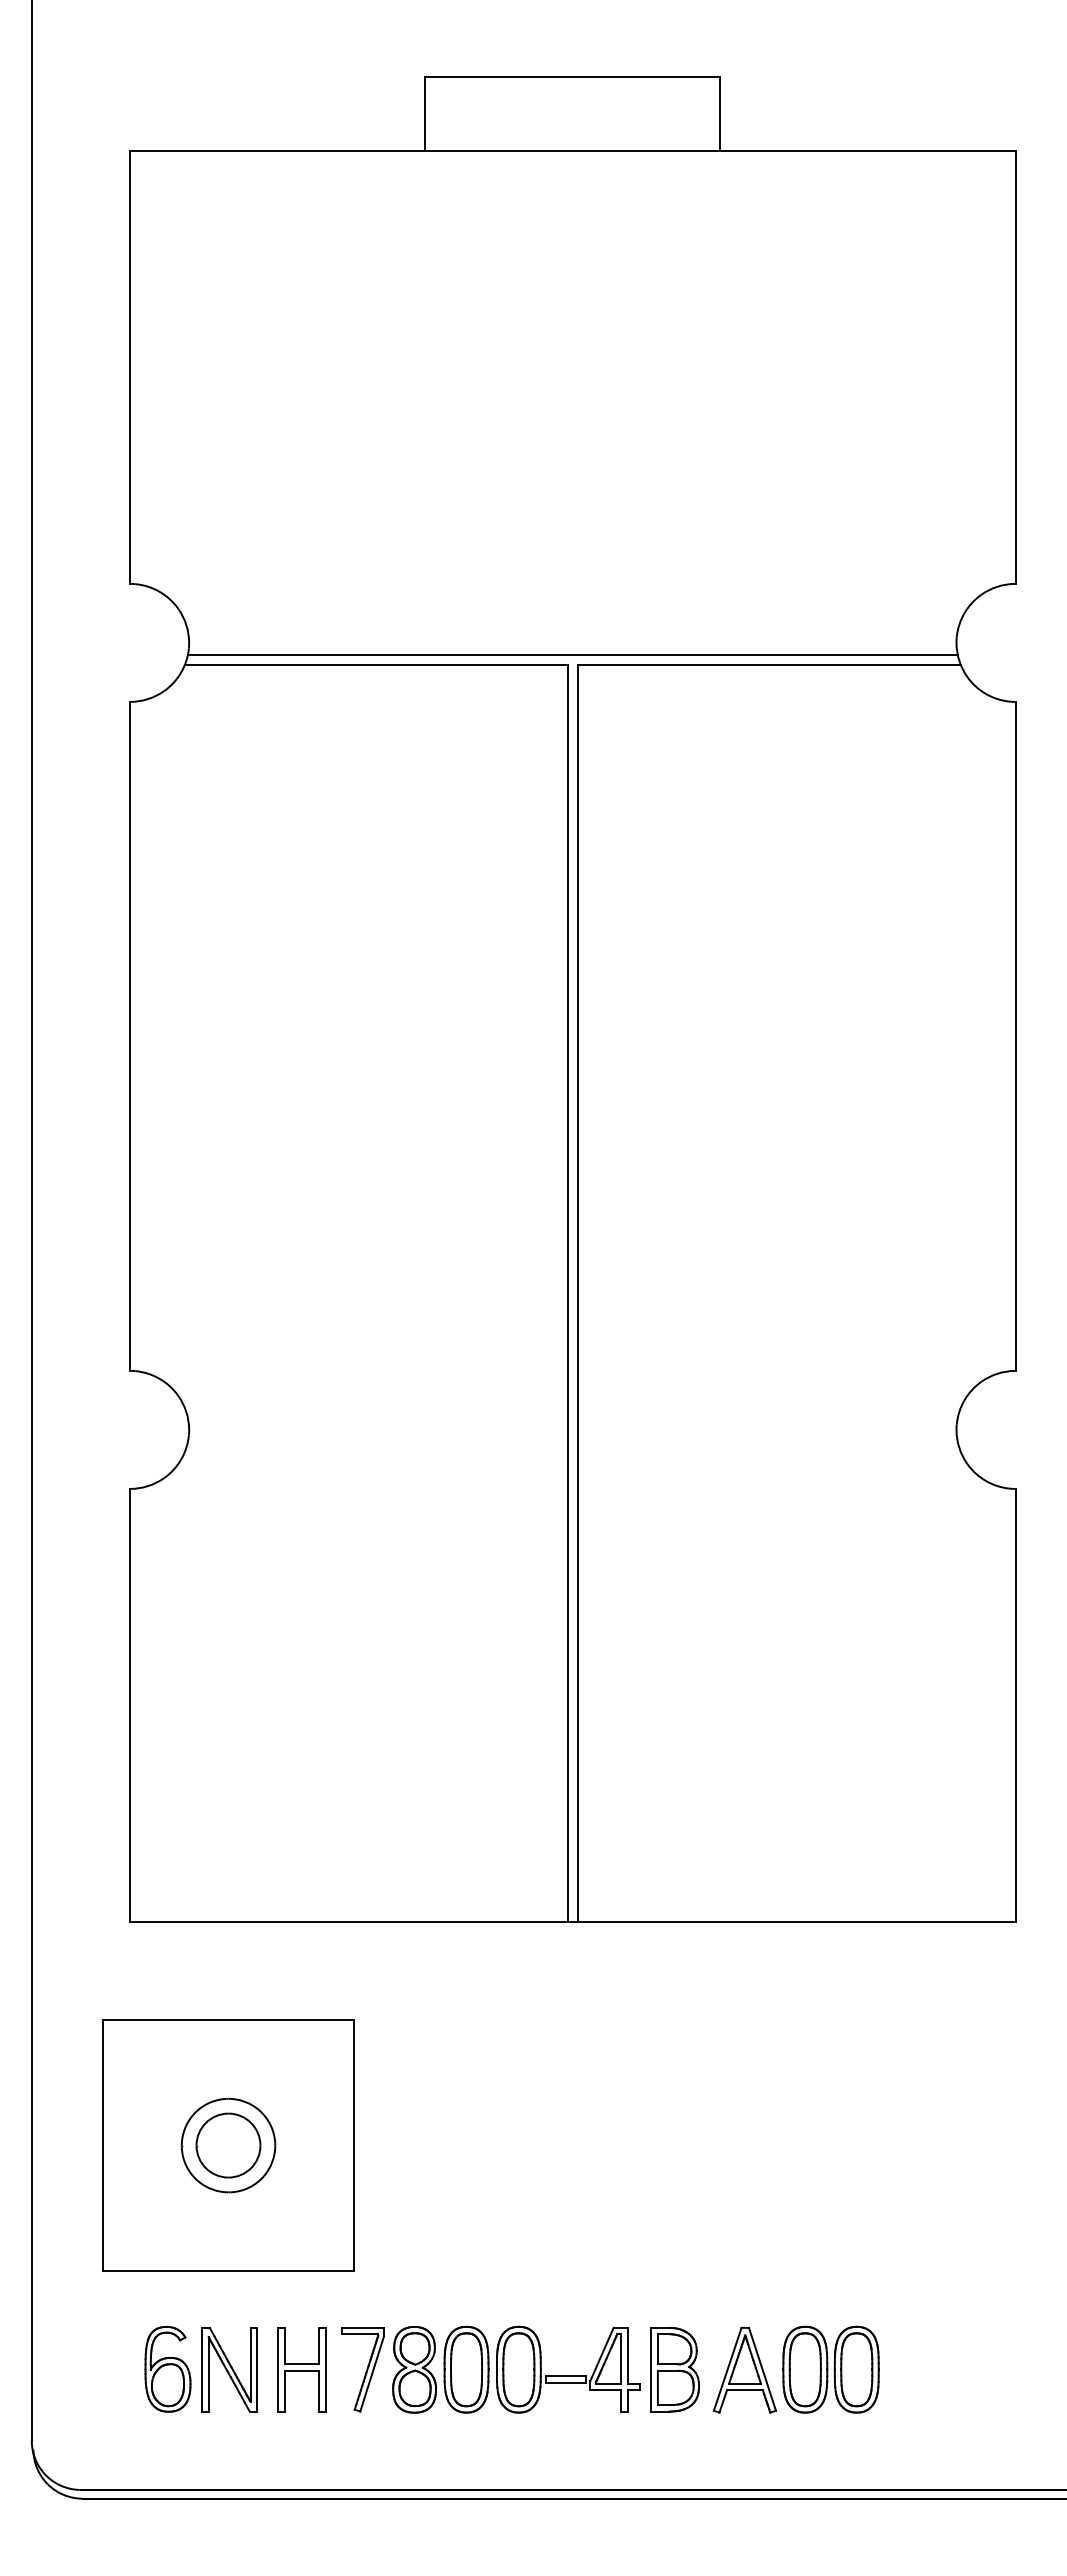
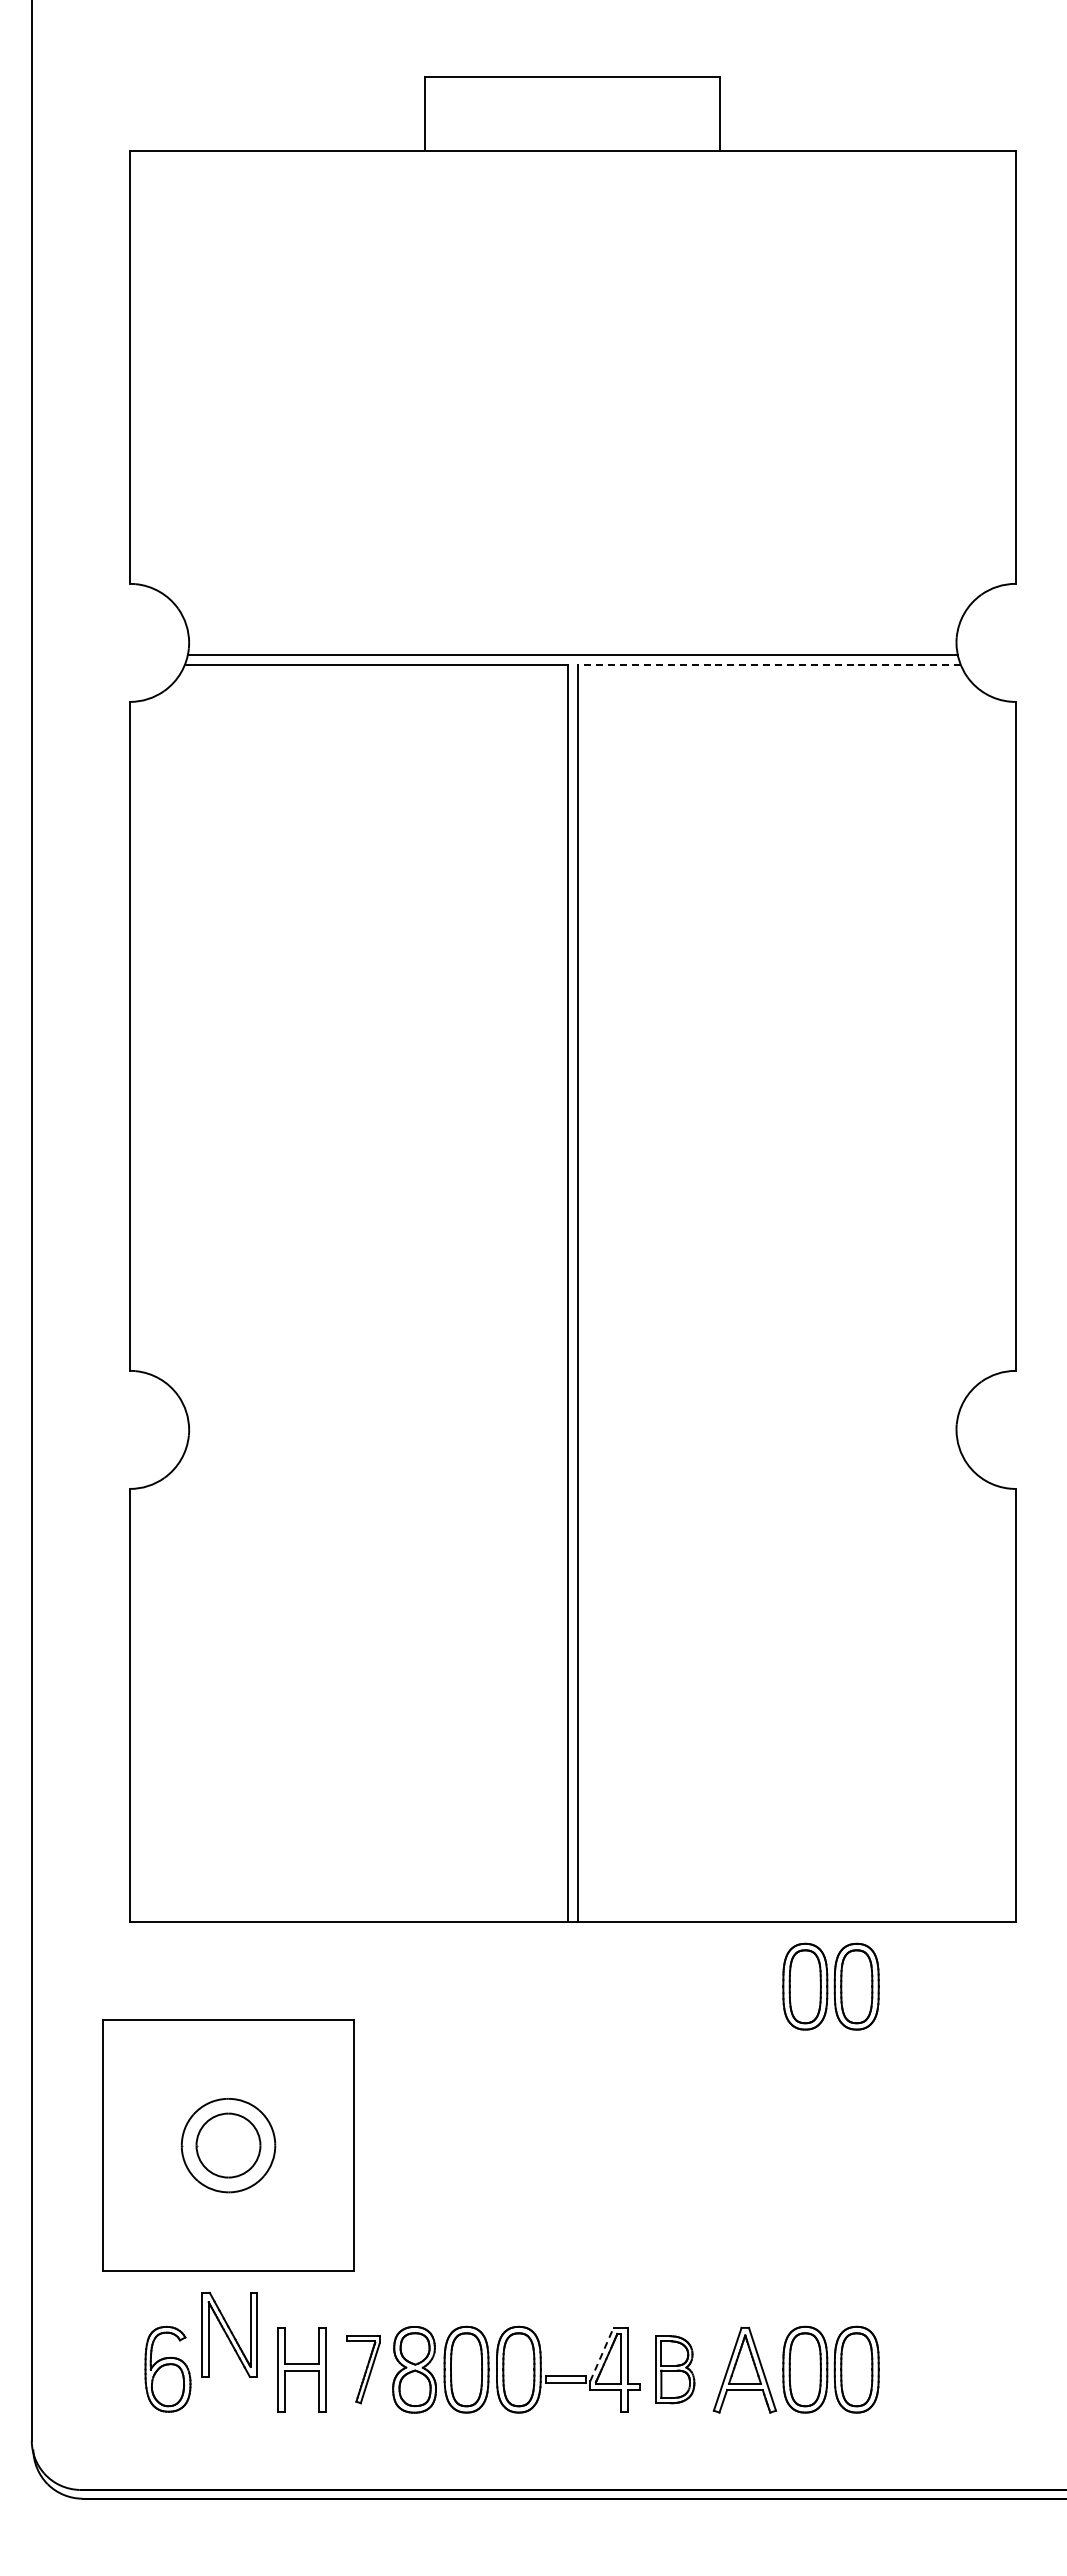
line at (769, 665): solid -> dashed
part at (830, 1986): none -> present
line at (602, 2354): solid -> dashed
part at (229, 2369) position: (229, 2369) -> (229, 2334)
part at (362, 2369) size: 44x86 px -> 35x70 px
part at (675, 2369) size: 51x86 px -> 41x70 px
